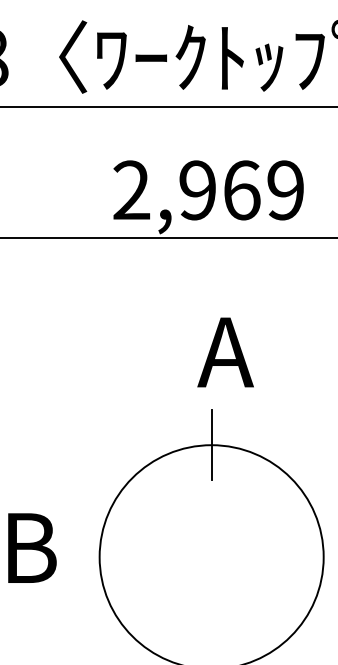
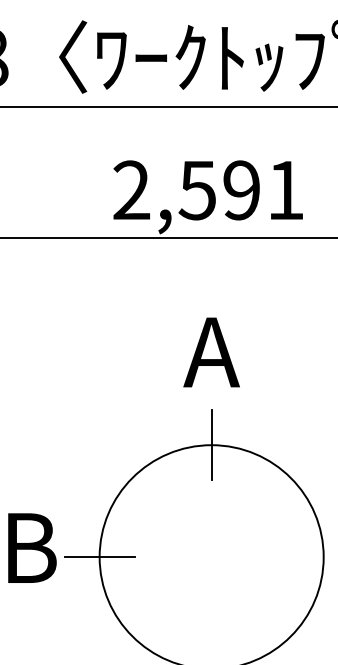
text at (240, 190): 2,969 -> 2,591
text at (225, 352) position: (225, 352) -> (211, 352)
line at (99, 557): none -> present
